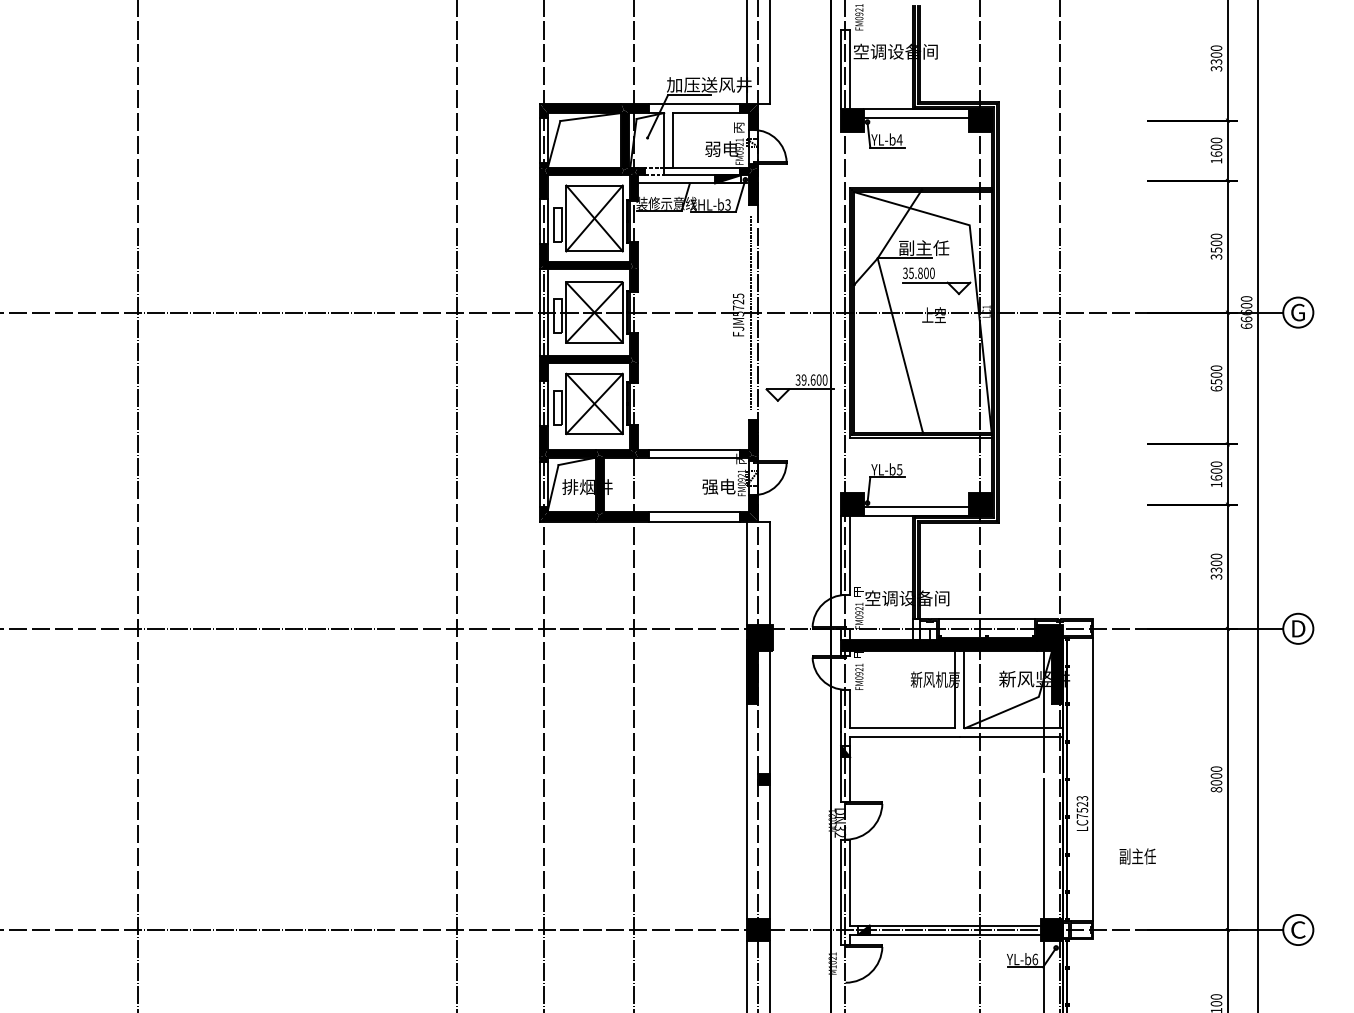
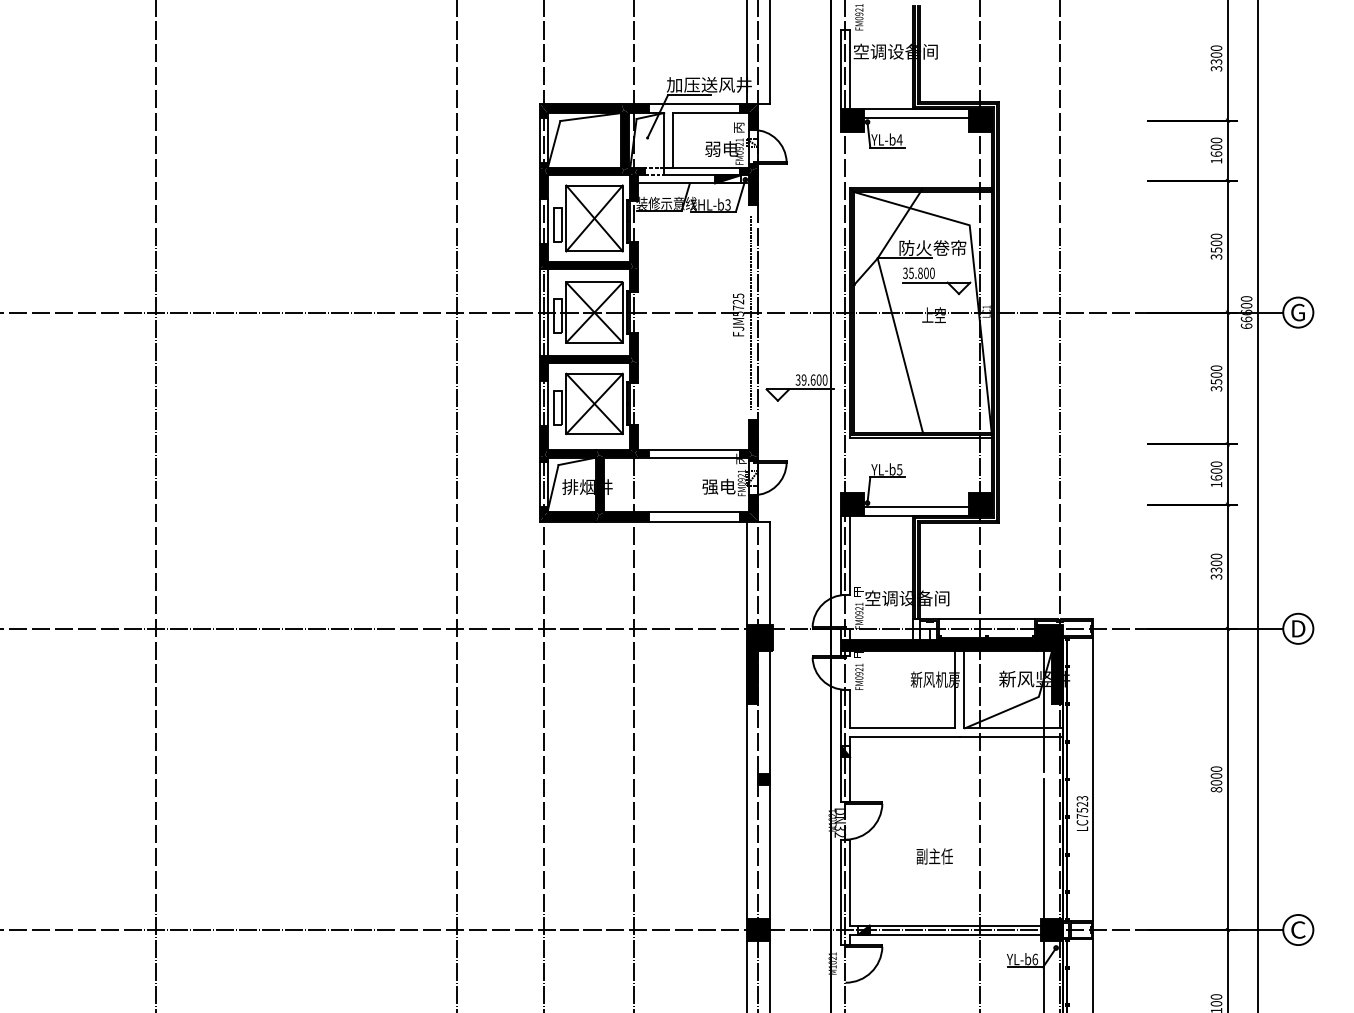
text at (932, 247): 副主任 -> 防火卷帘
text at (1216, 388): 6500 -> 3500
line at (137, 505) position: (137, 505) -> (155, 505)
text at (1137, 856) position: (1137, 856) -> (934, 856)
line at (1093, 974): none -> present
